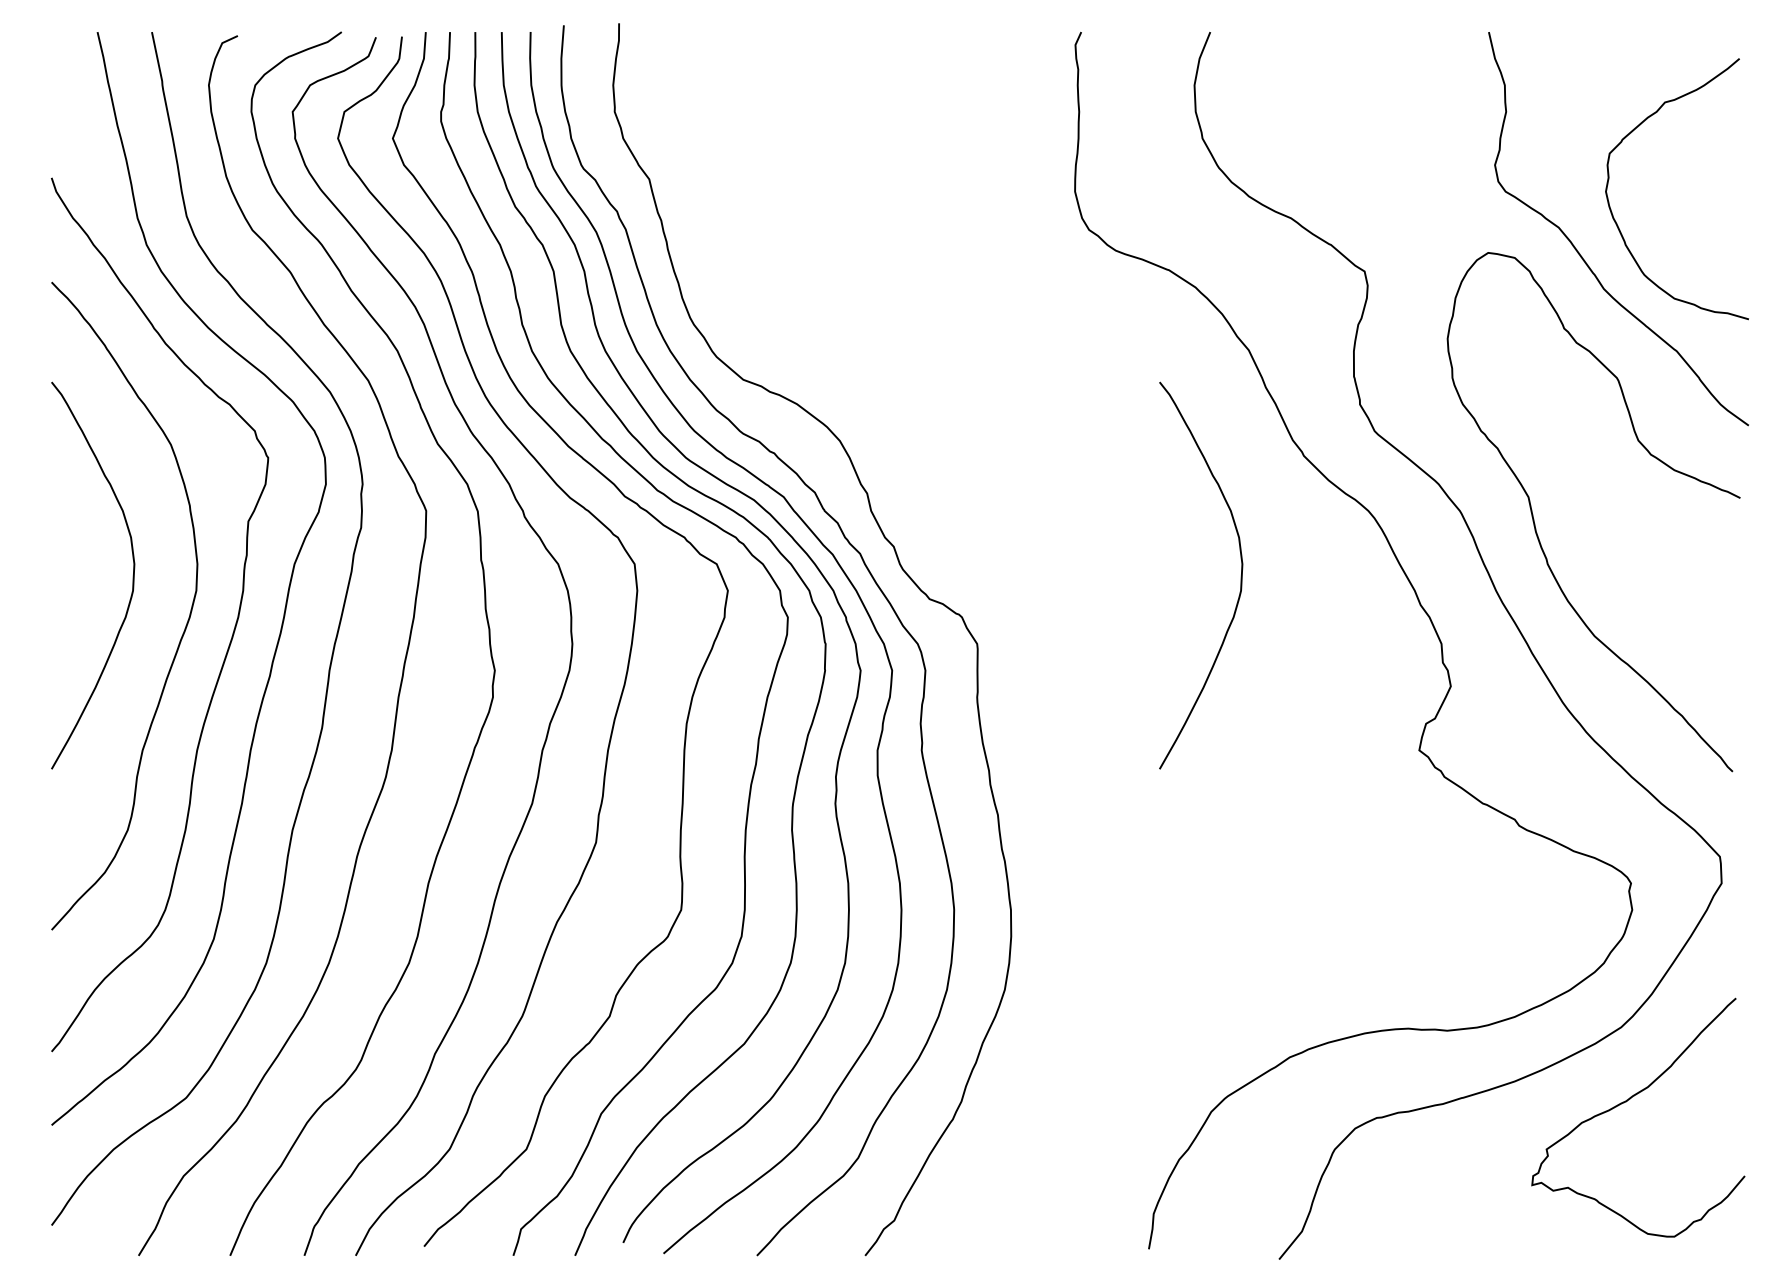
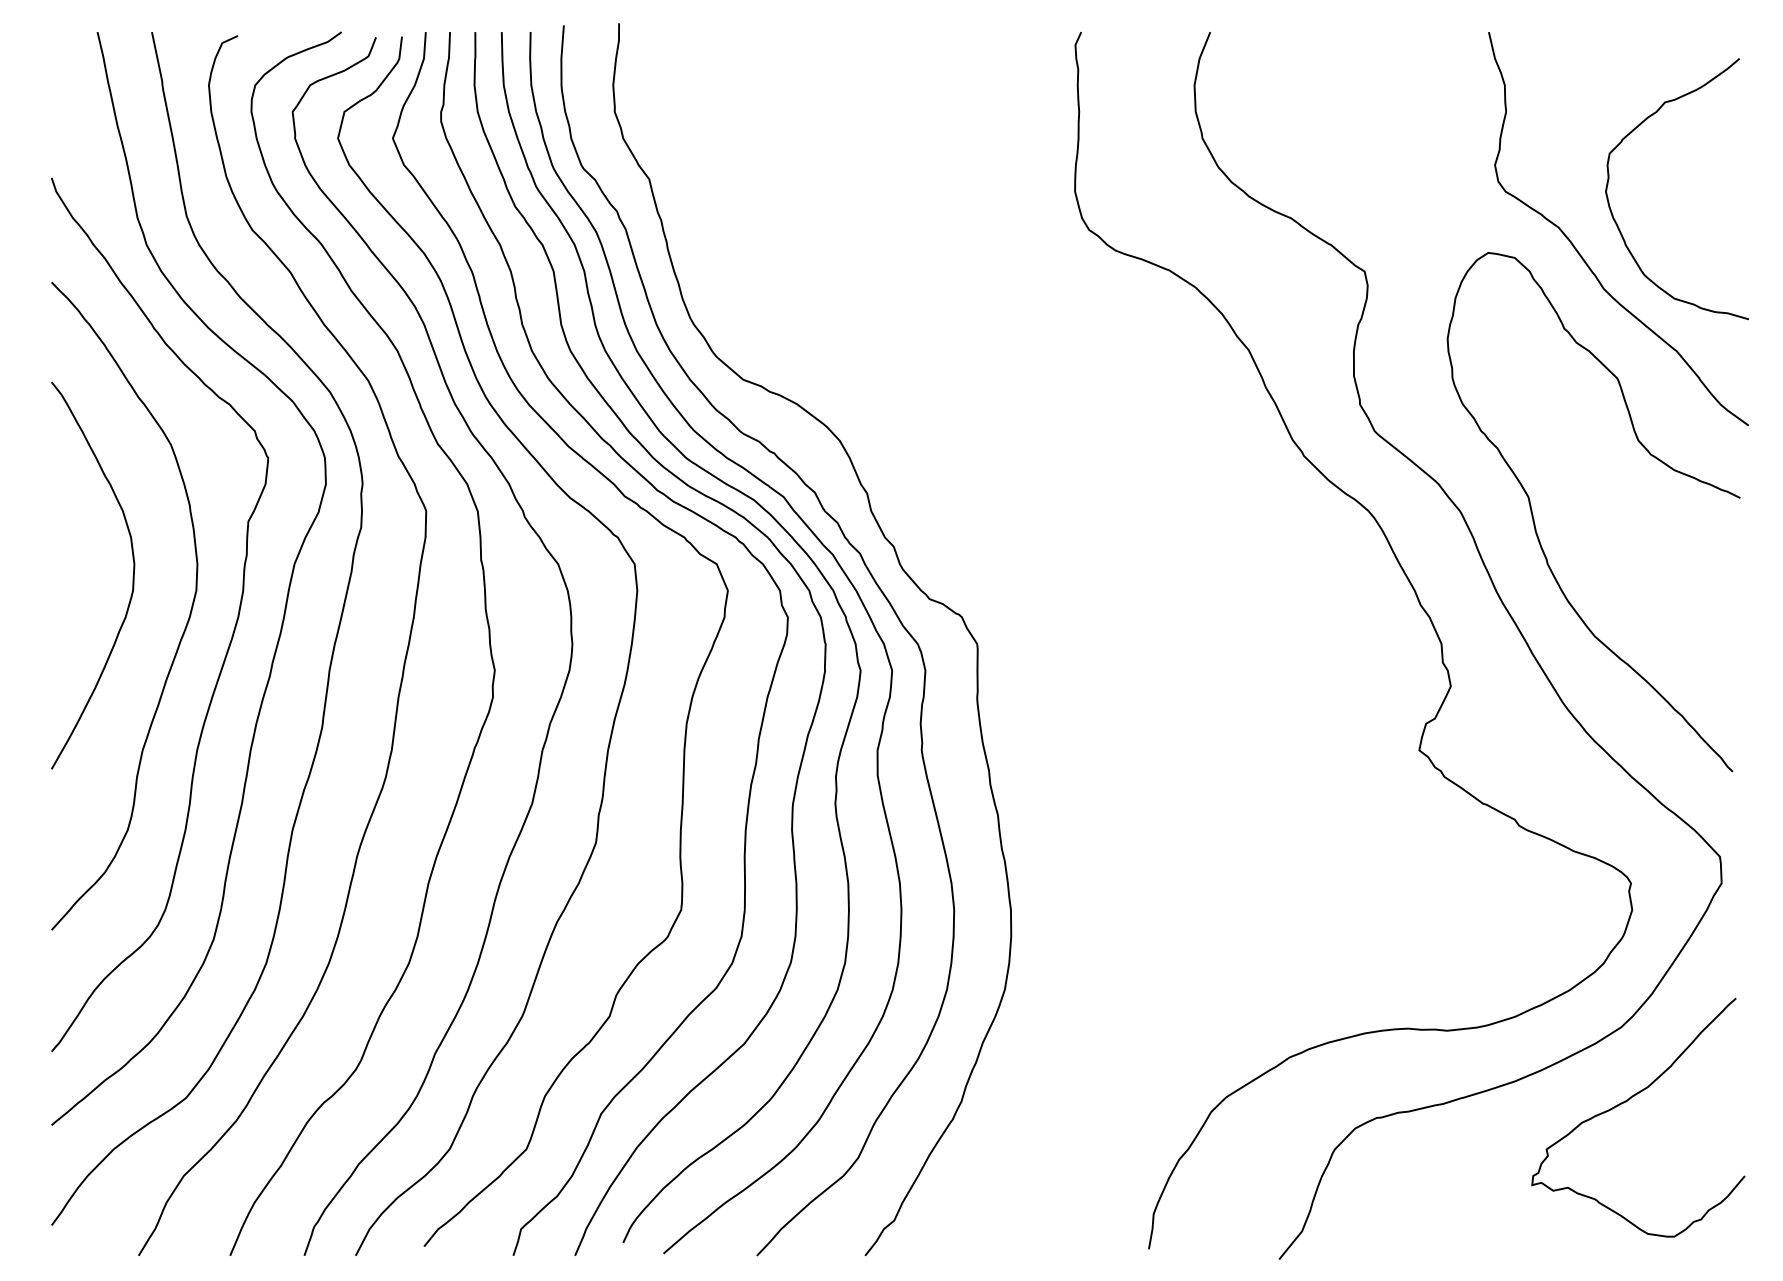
curve at (1240, 575): present -> none
